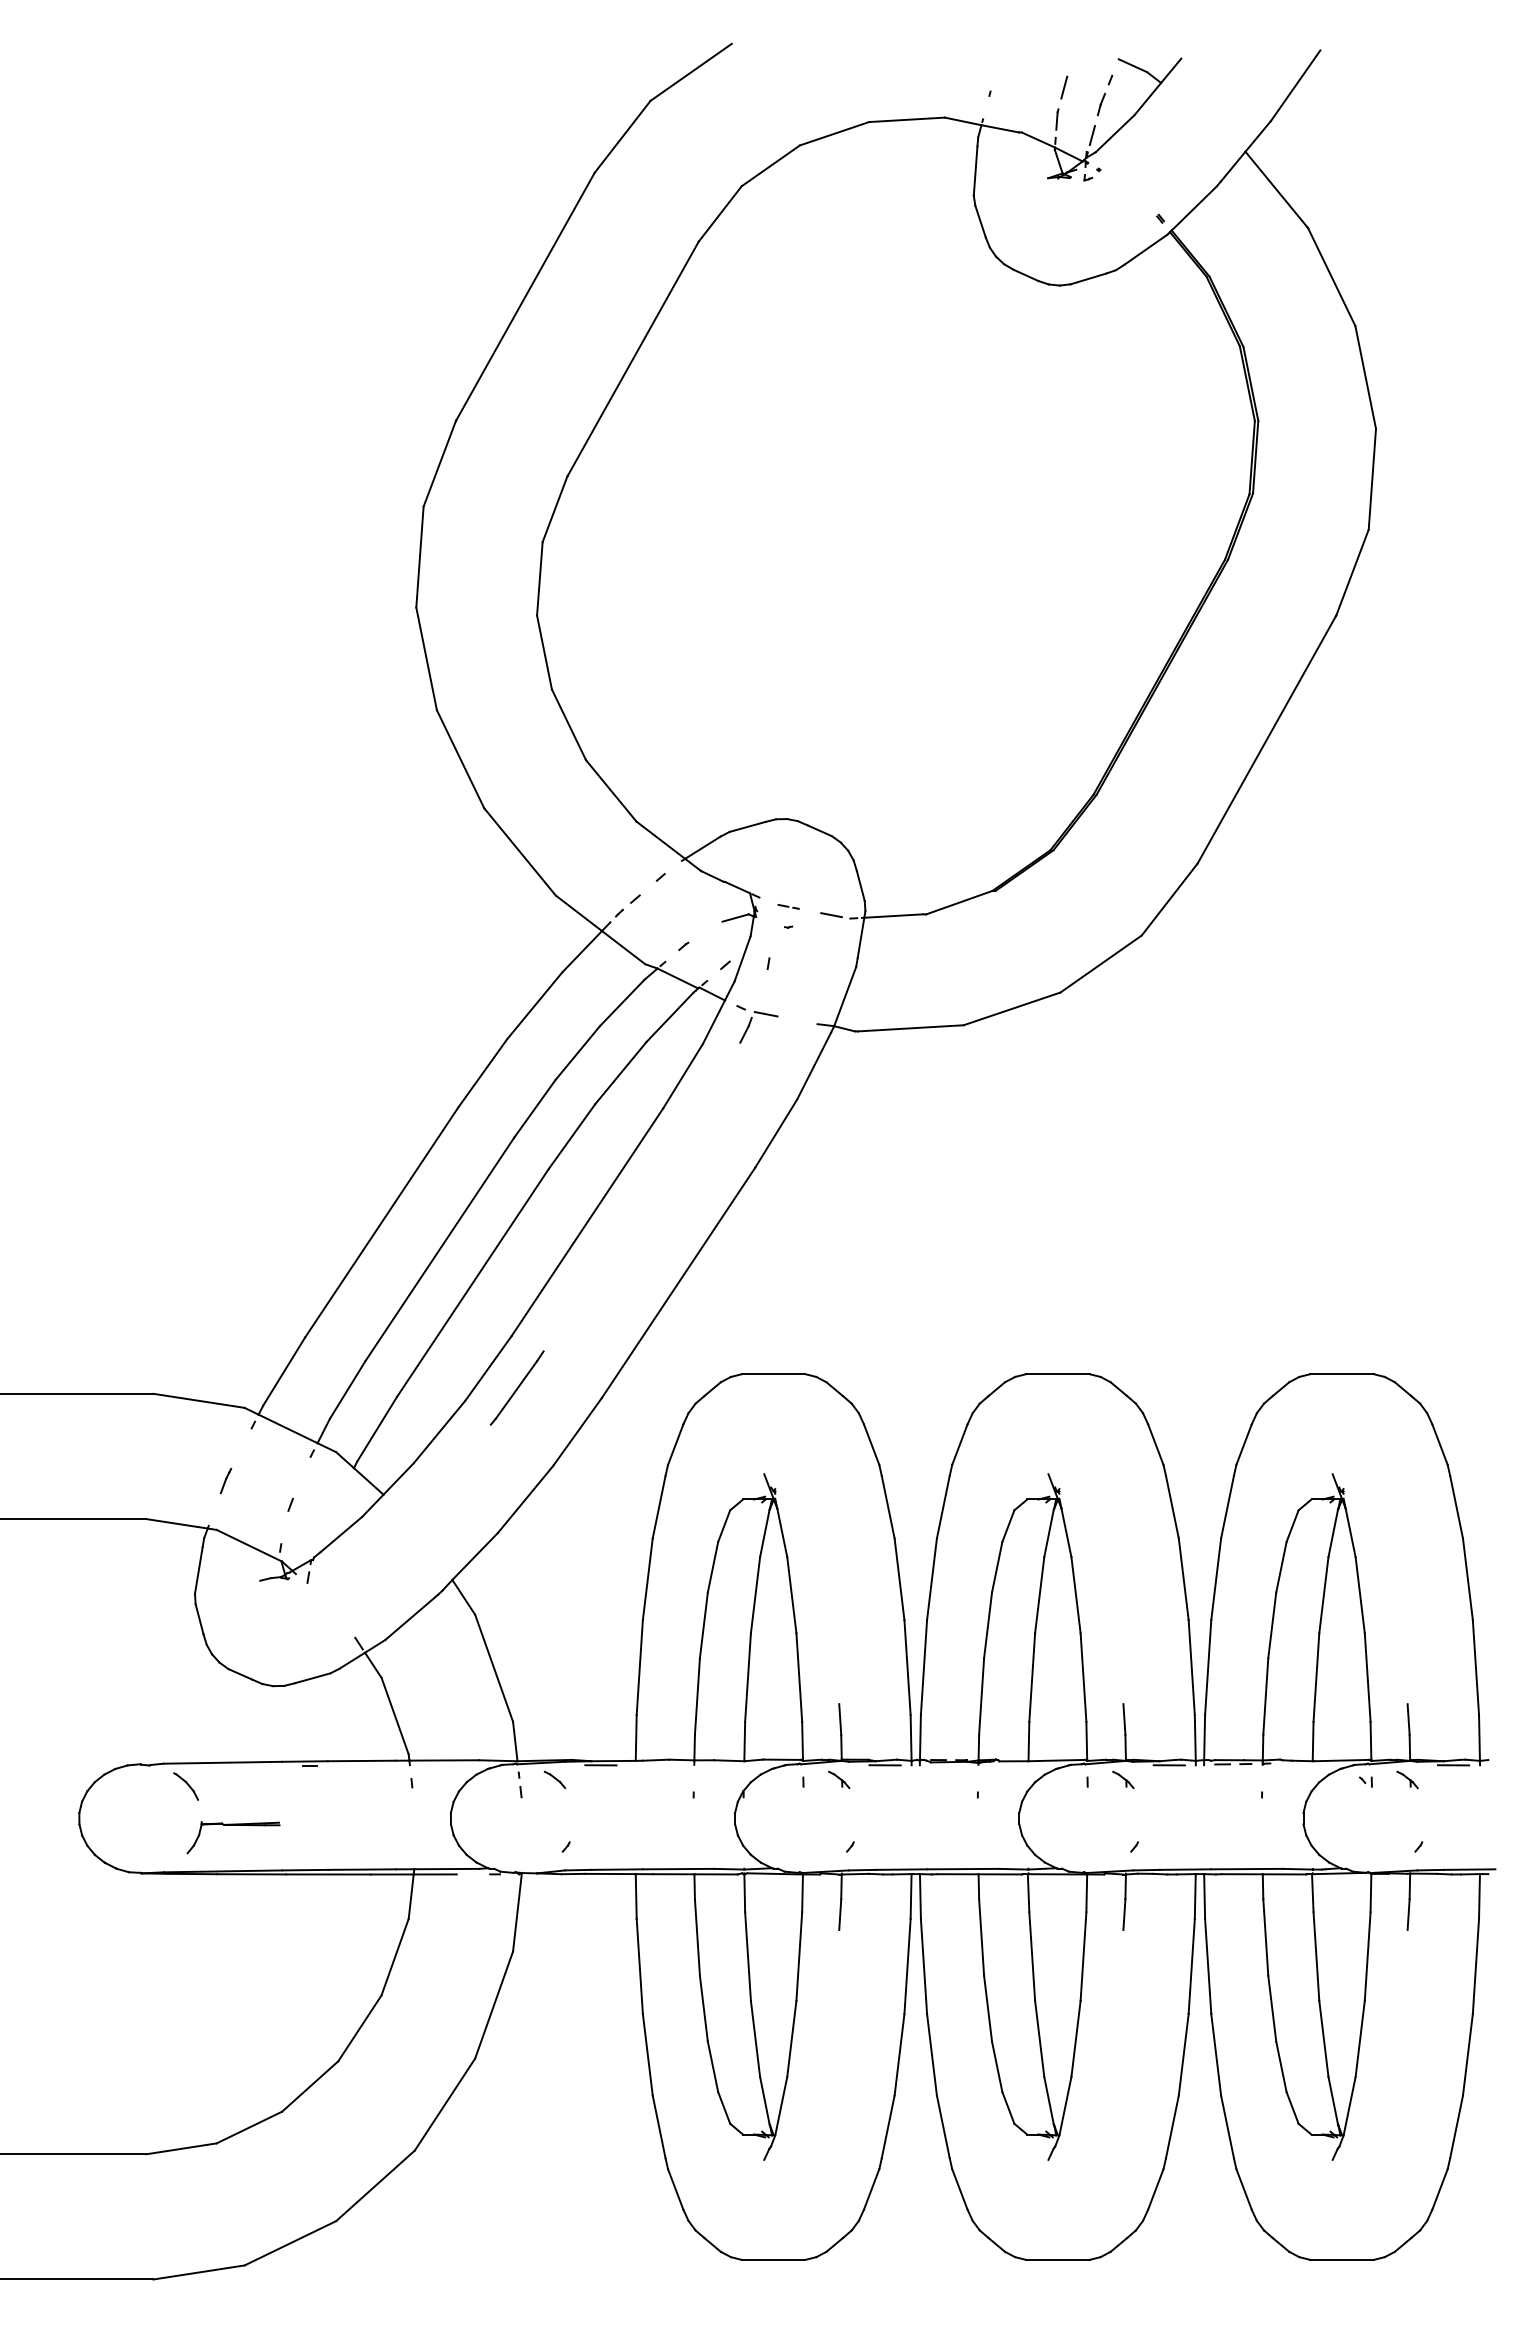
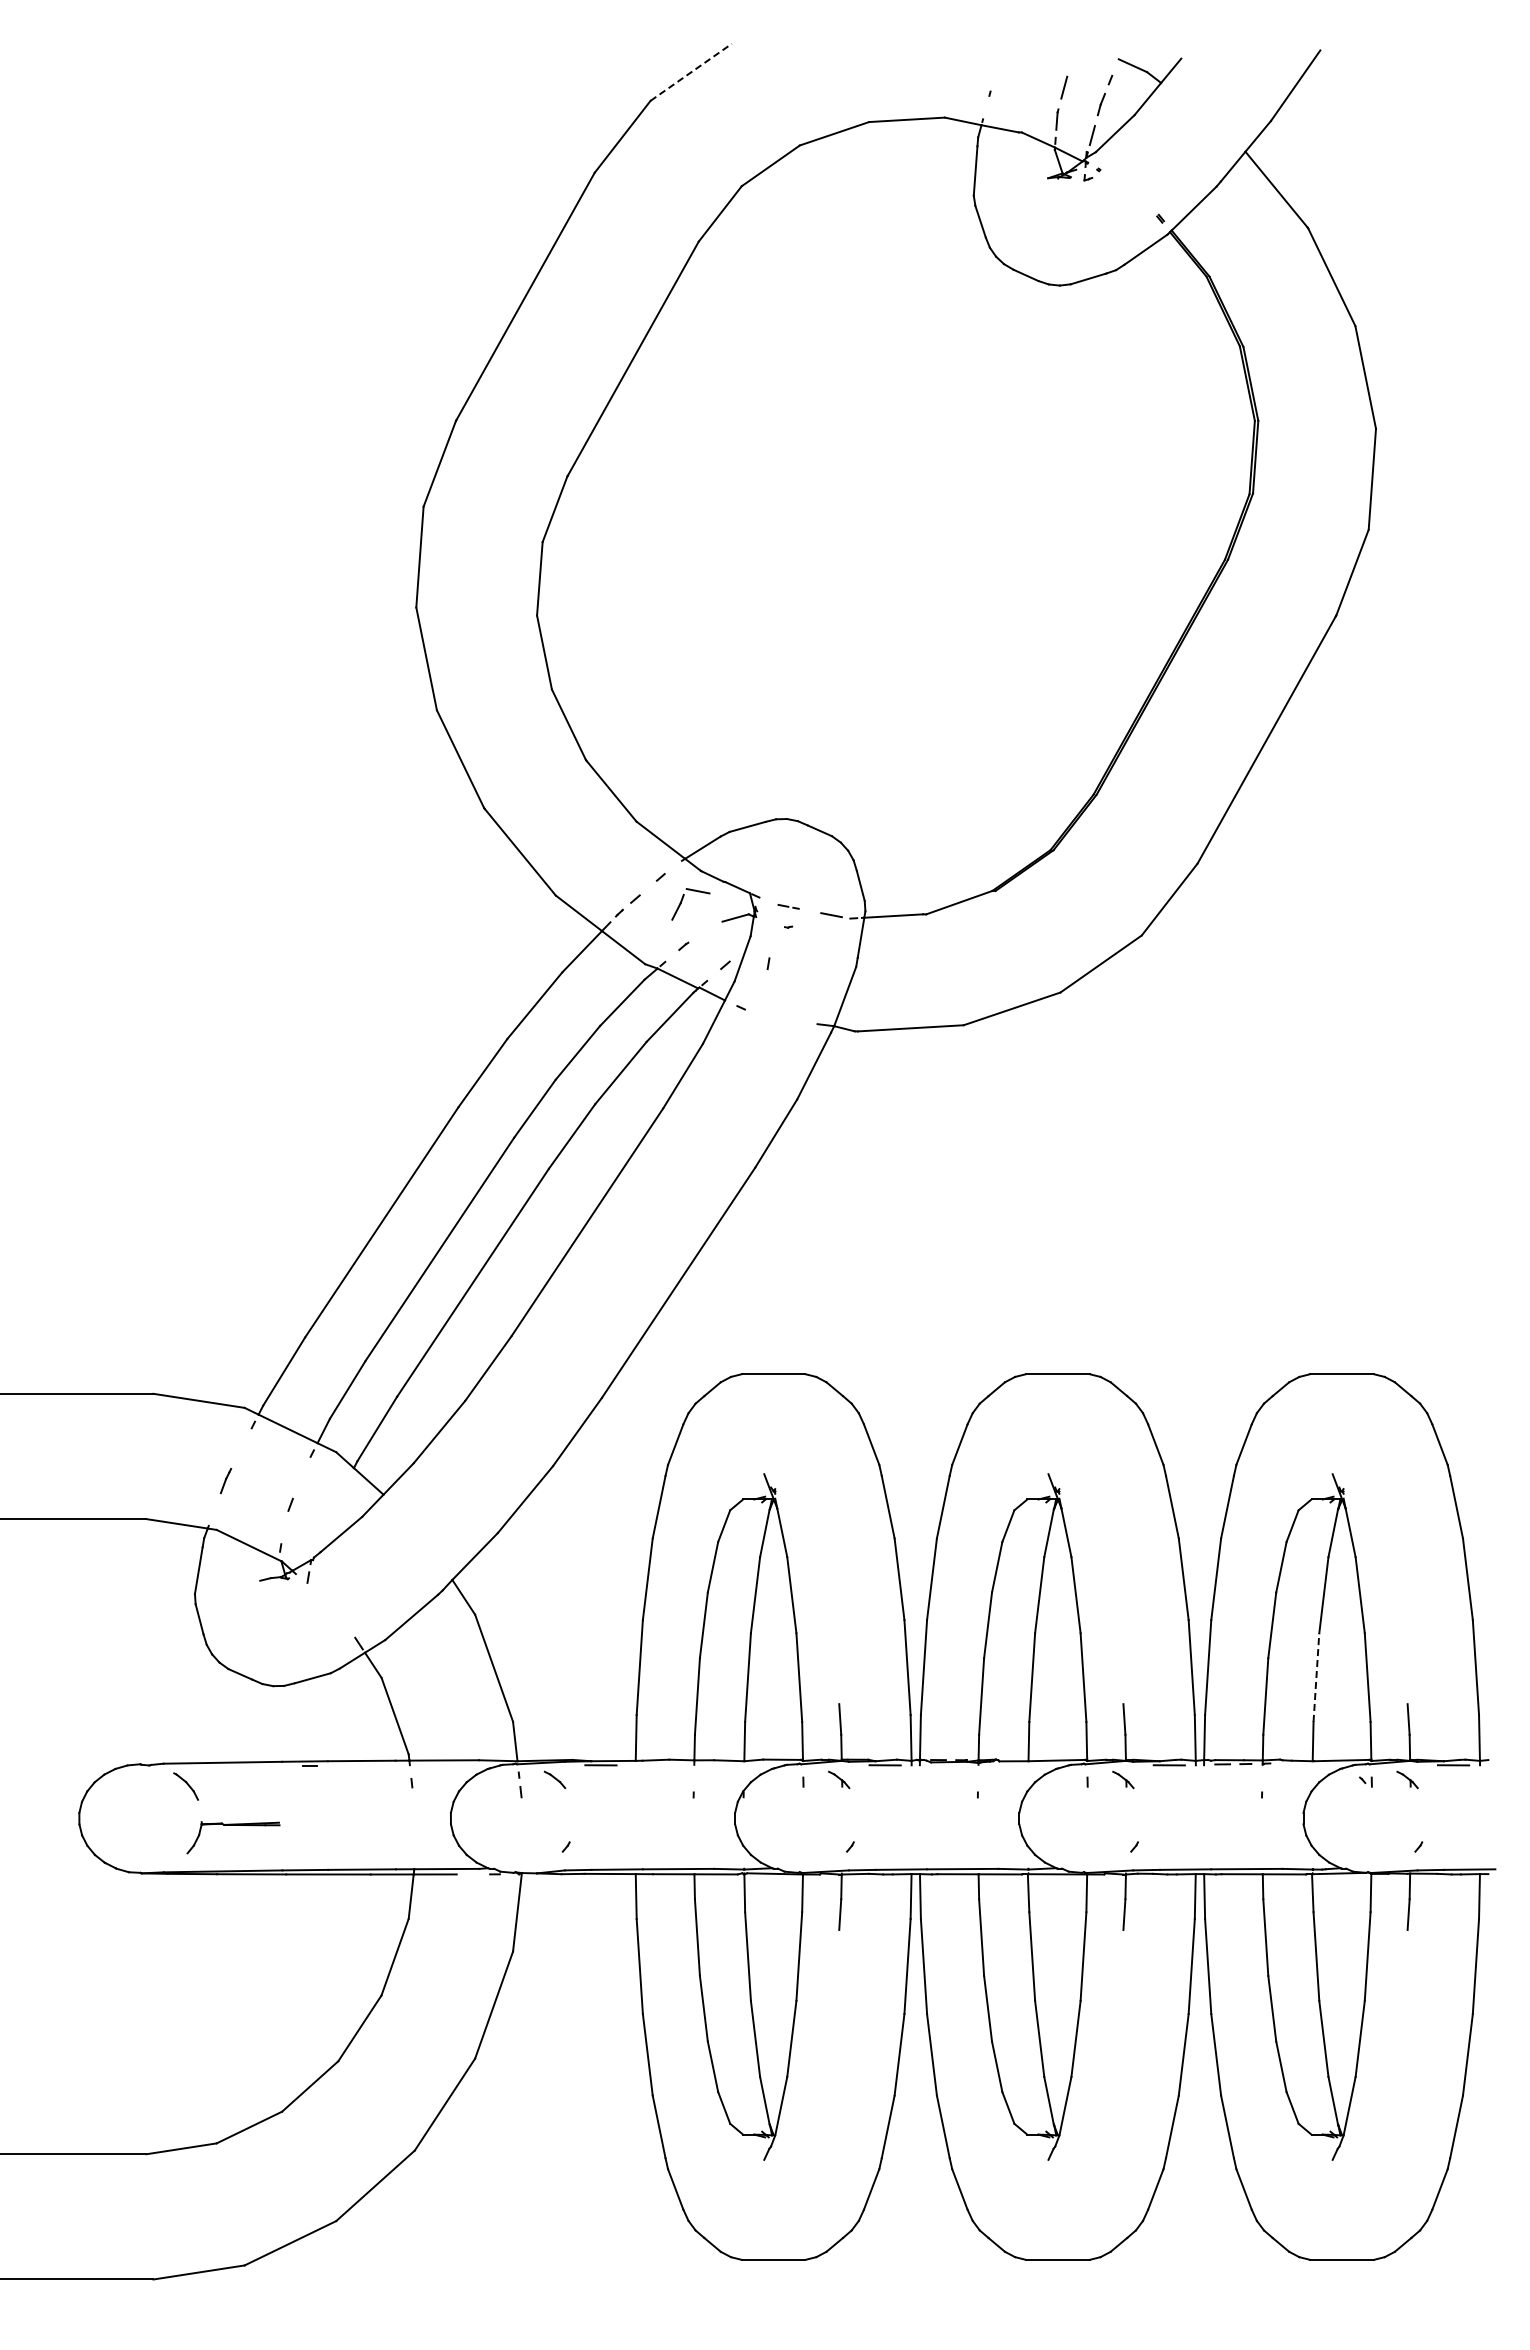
line at (691, 72): solid -> dashed
part at (750, 1024) position: (750, 1024) -> (682, 901)
line at (517, 1387): present -> none
line at (1316, 1677): solid -> dashed
